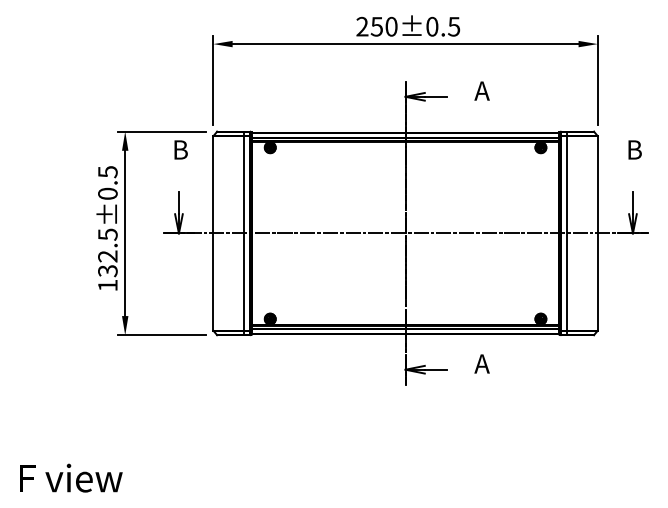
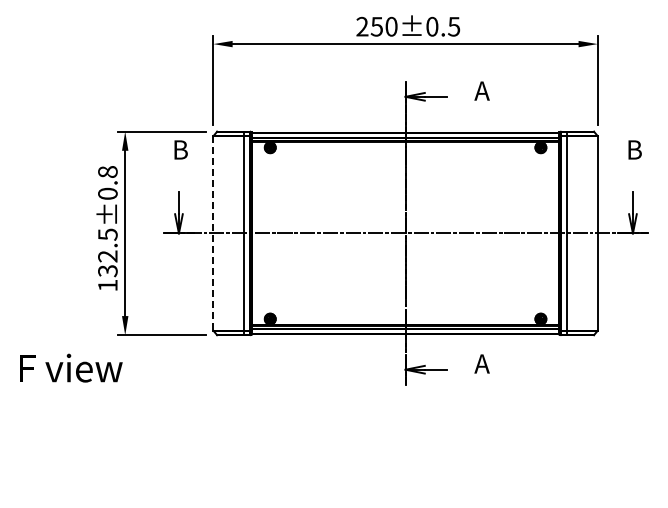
text at (107, 172): 132.5±0.5 -> 132.5±0.8
line at (213, 233): solid -> dashed
text at (71, 477) position: (71, 477) -> (71, 367)
